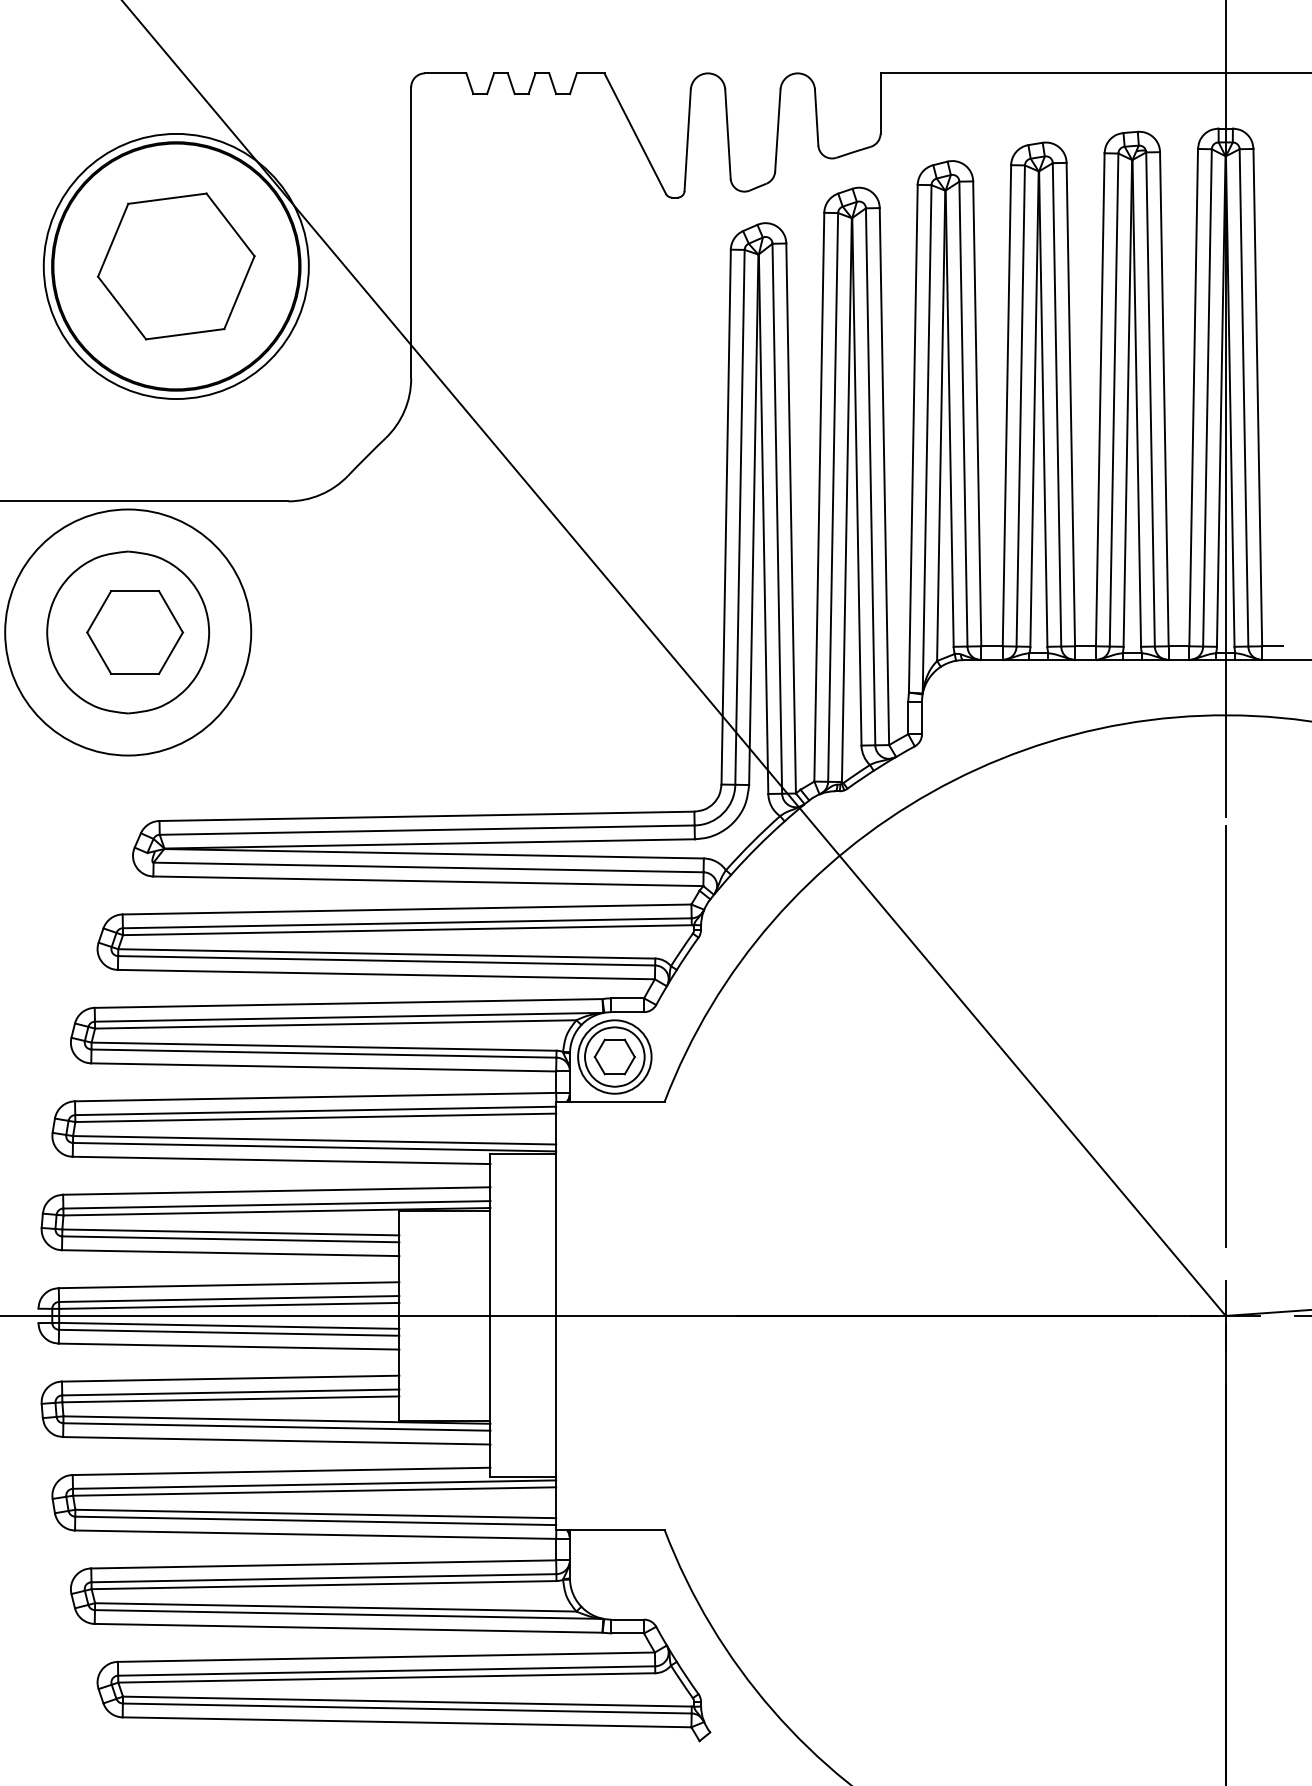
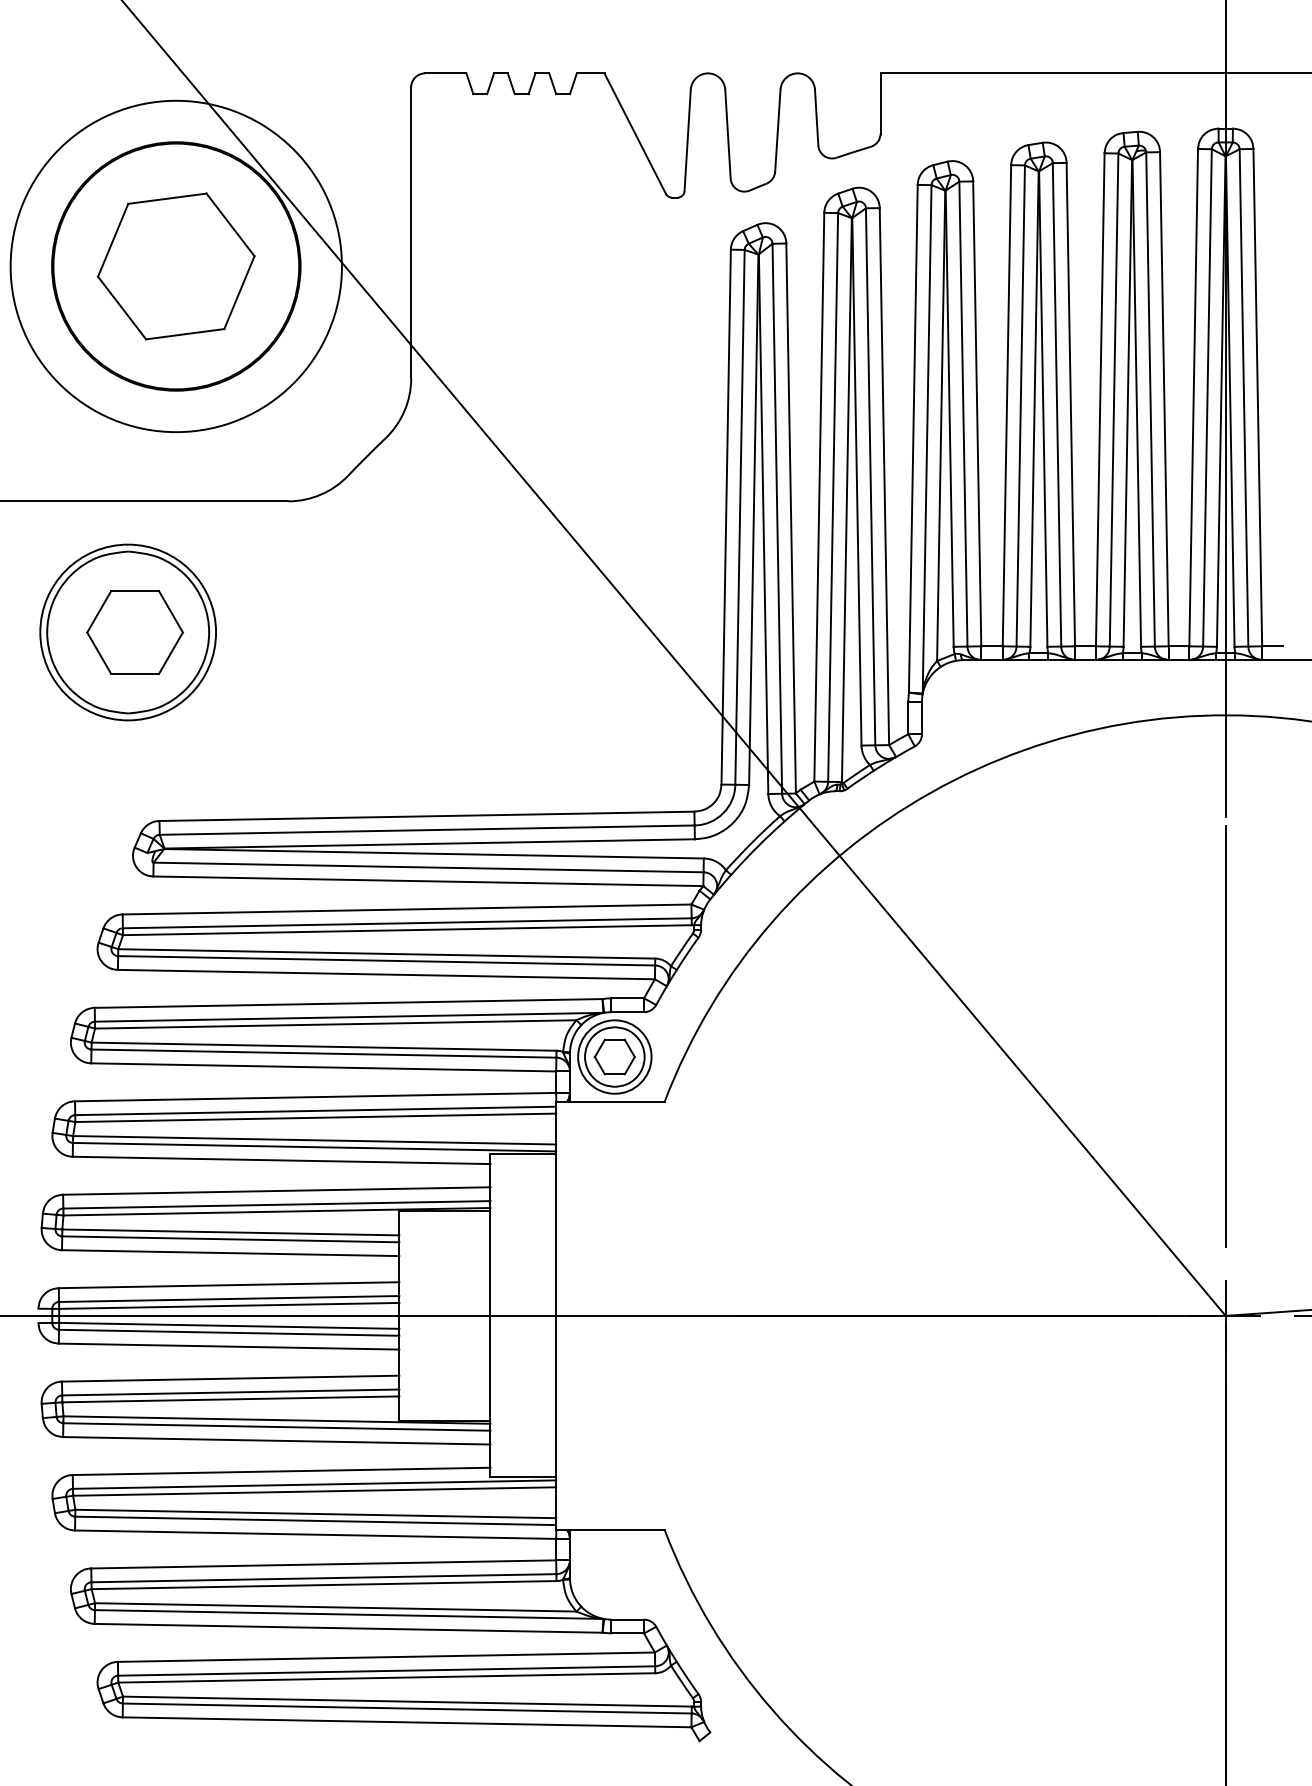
circle at (175, 266) diameter: 265 px -> 331 px
circle at (128, 632) diameter: 246 px -> 176 px
